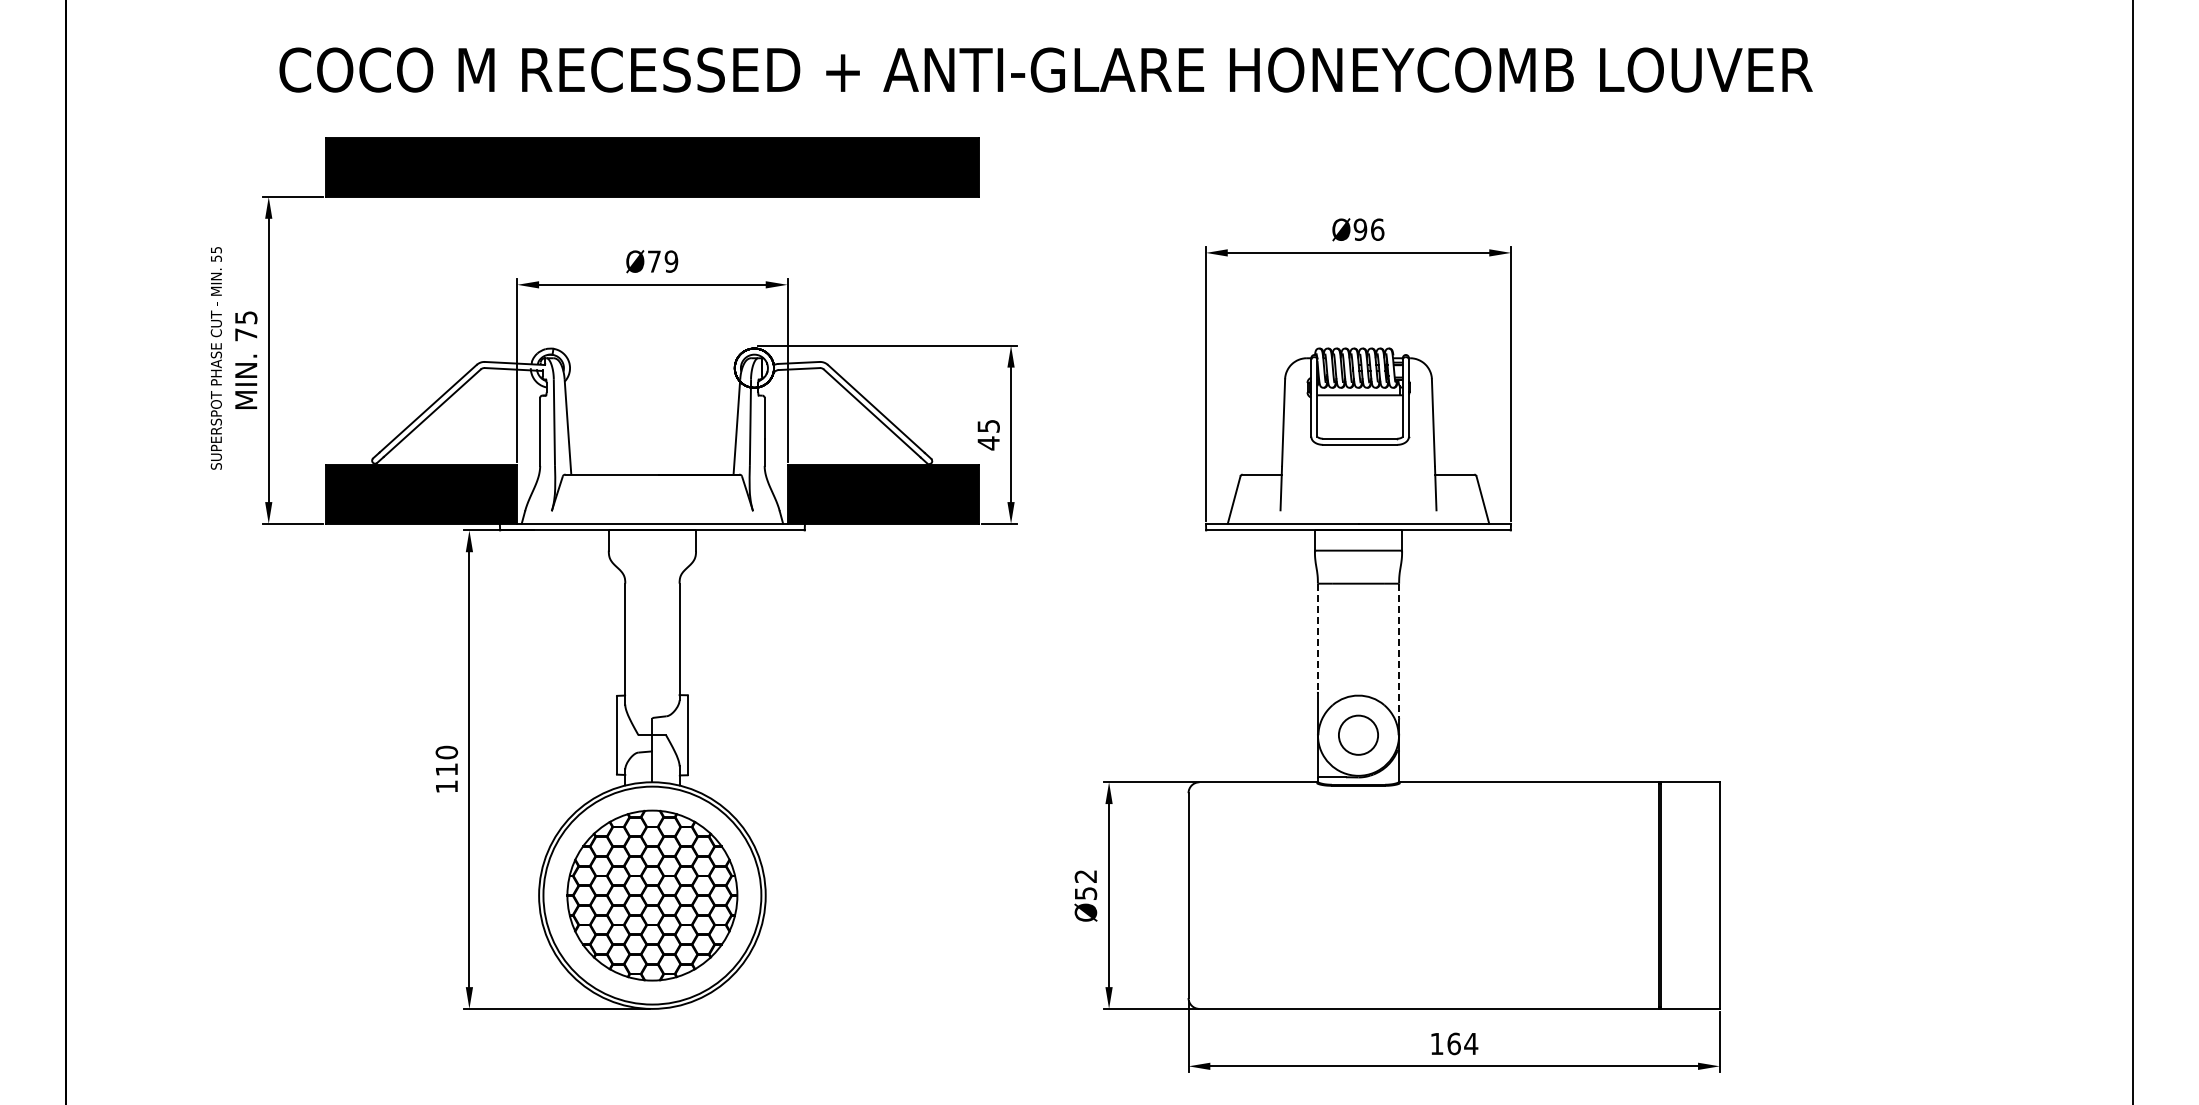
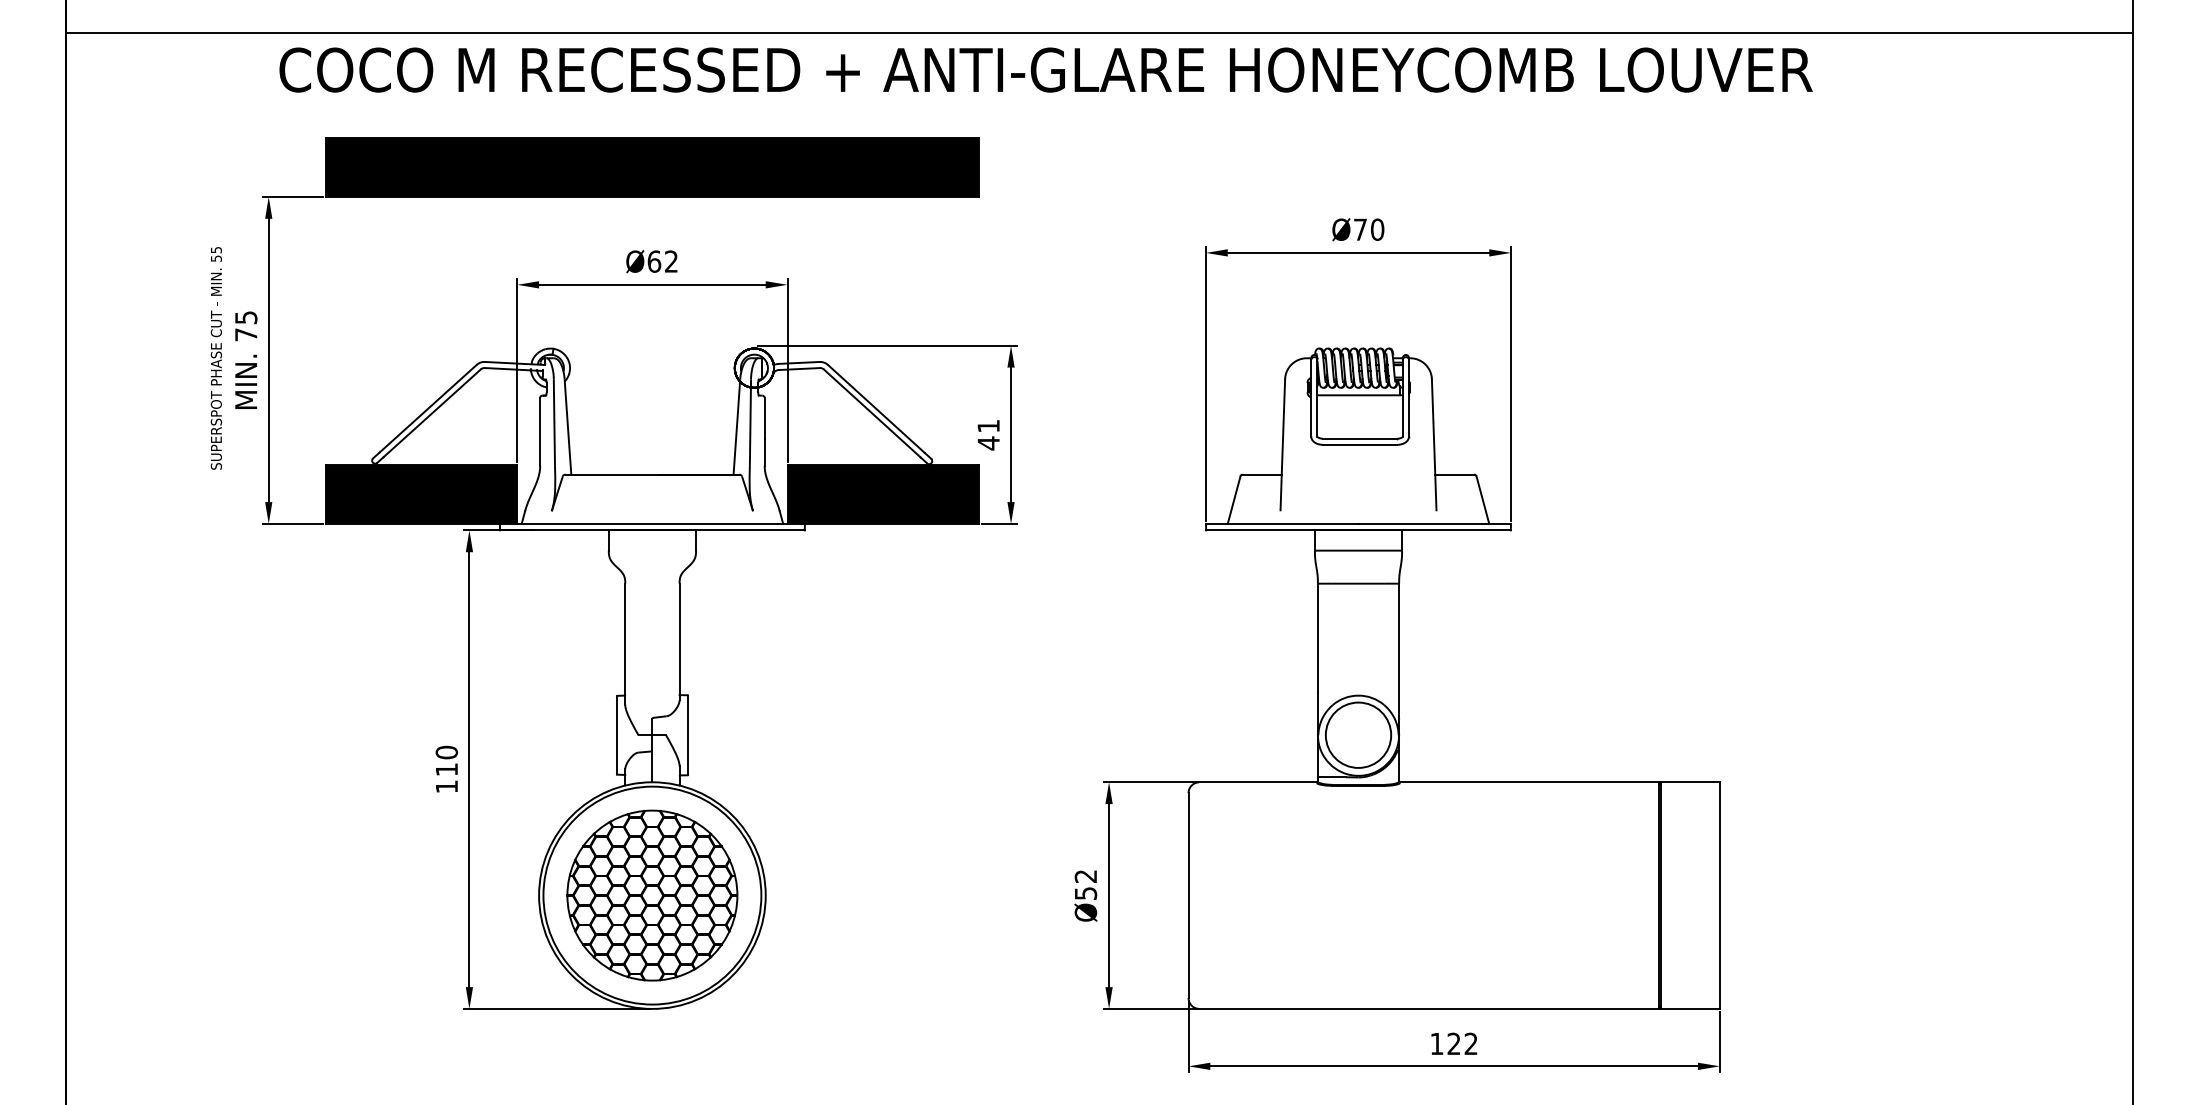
line at (1099, 33): none -> present
text at (1368, 229): Ø96 -> Ø70
text at (662, 261): Ø79 -> Ø62
text at (988, 426): 45 -> 41
line at (1317, 638): dashed -> solid
line at (1399, 651): dashed -> solid
circle at (1358, 734) diameter: 39 px -> 65 px
text at (1462, 1043): 164 -> 122
